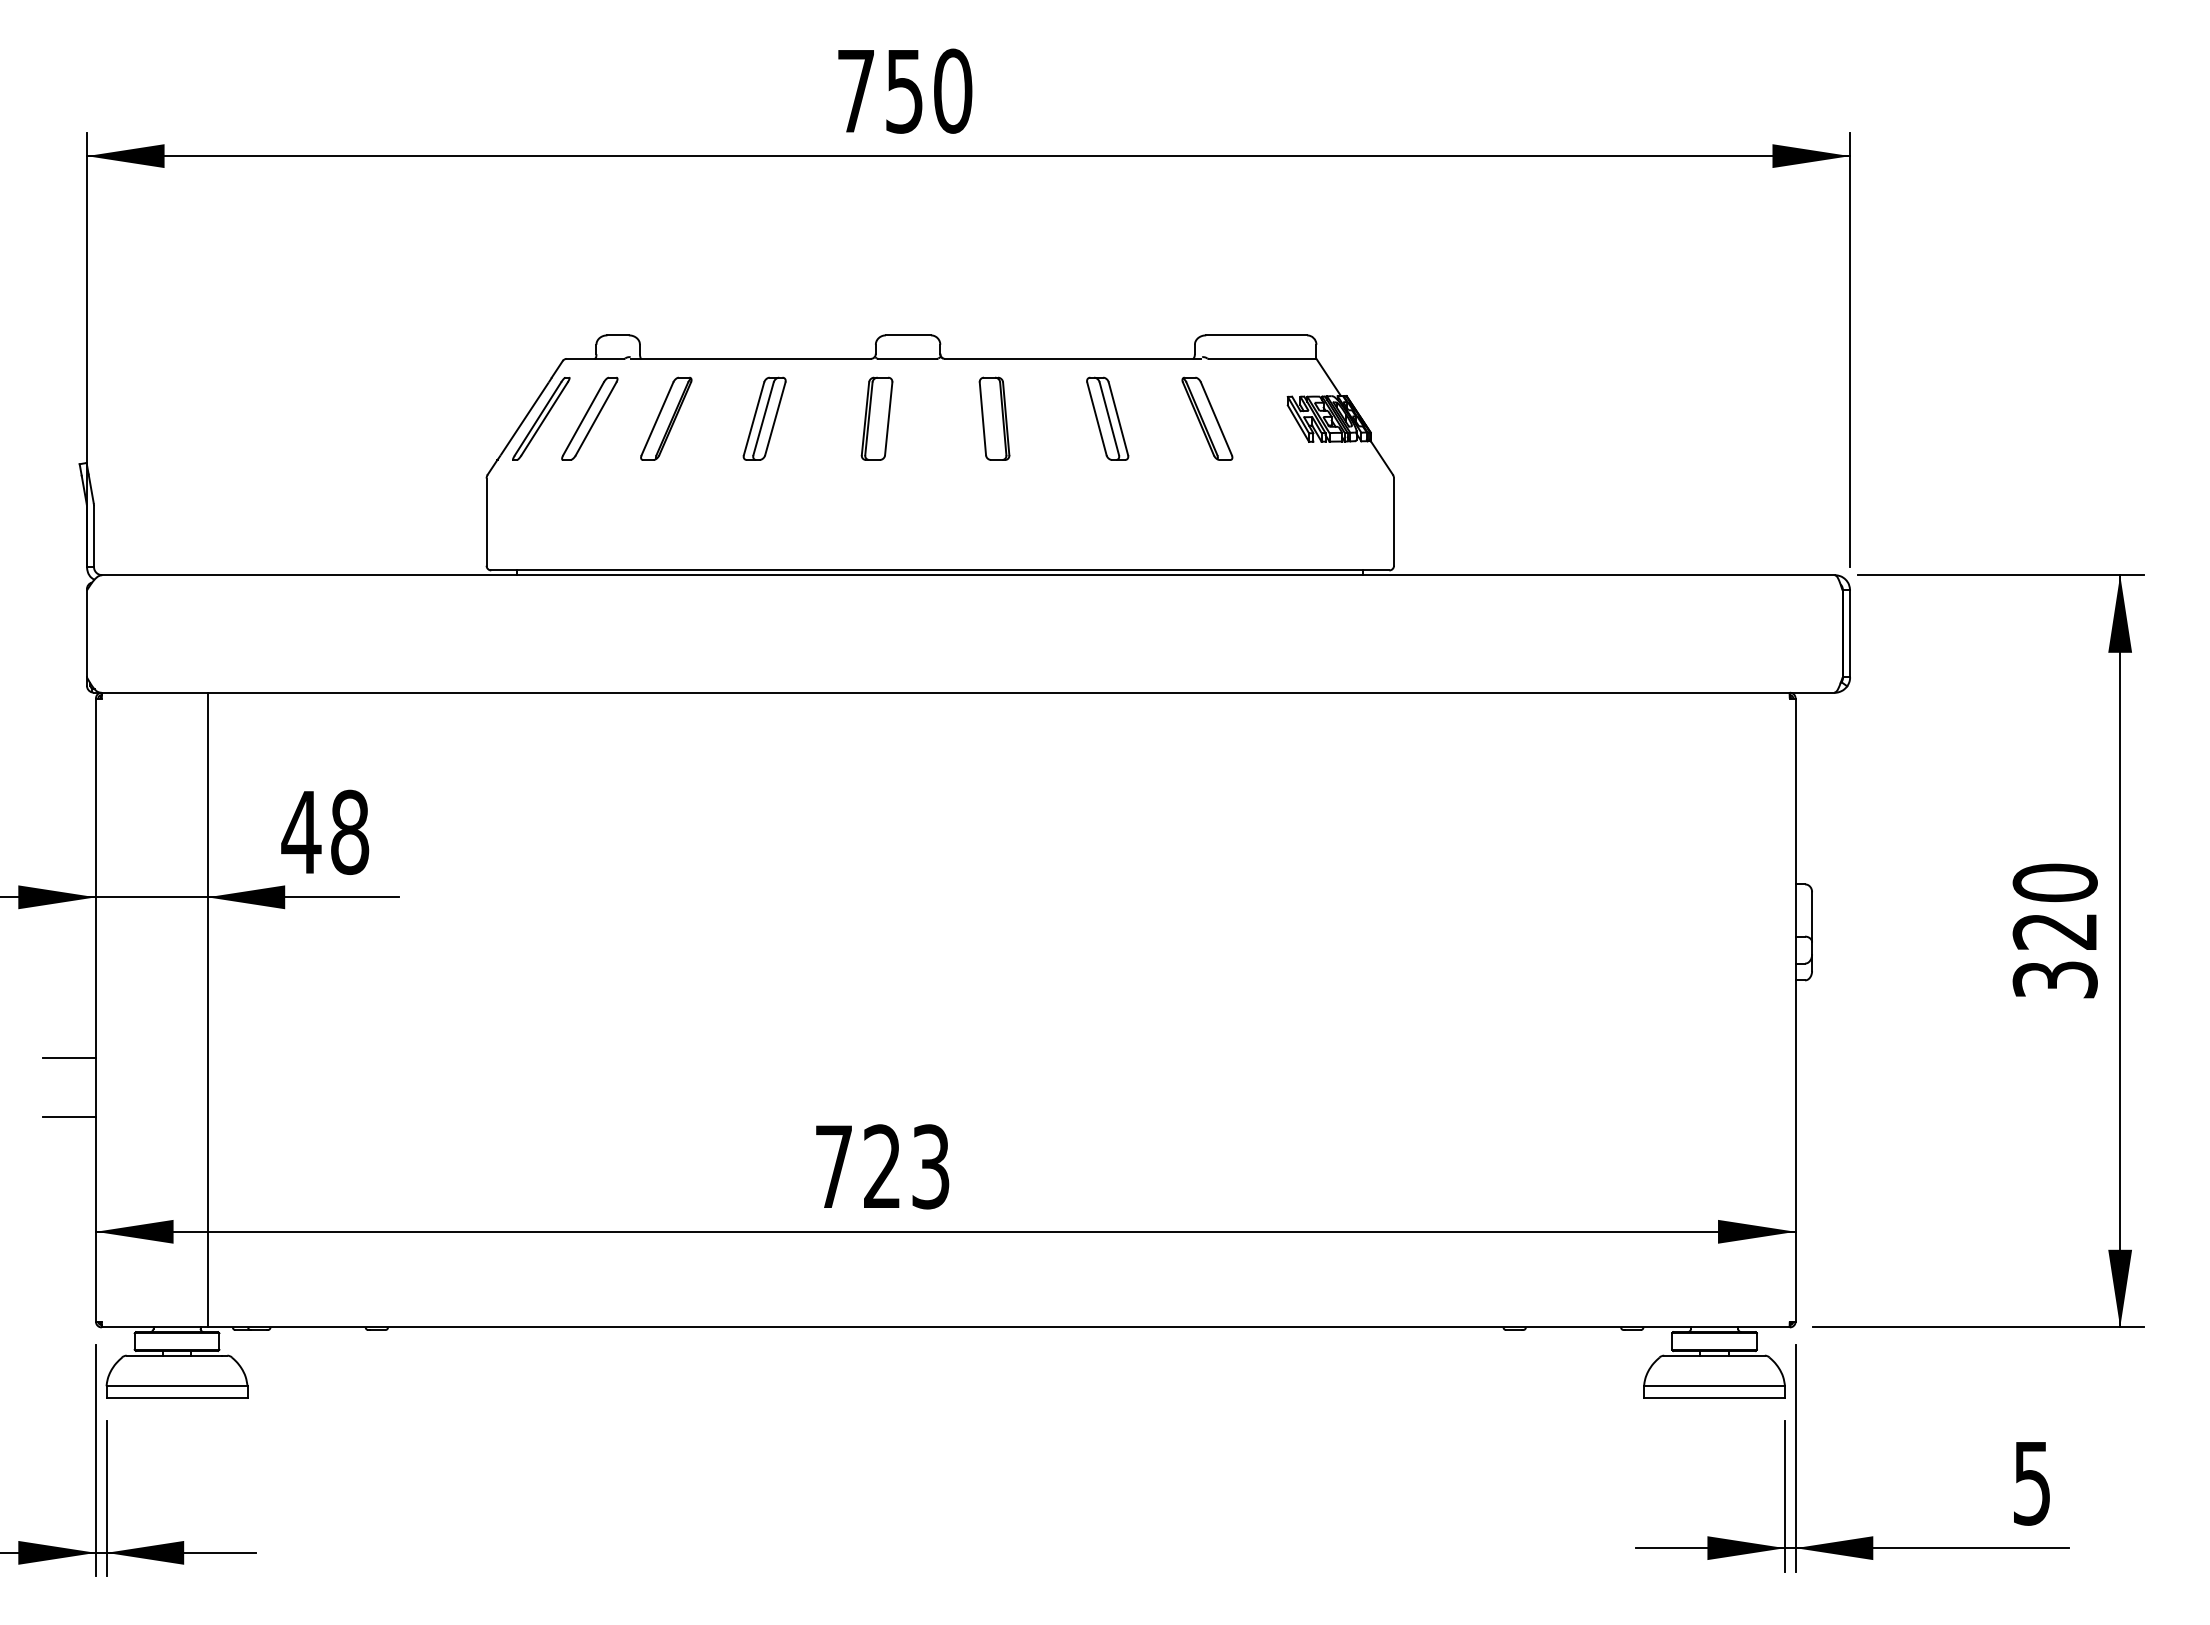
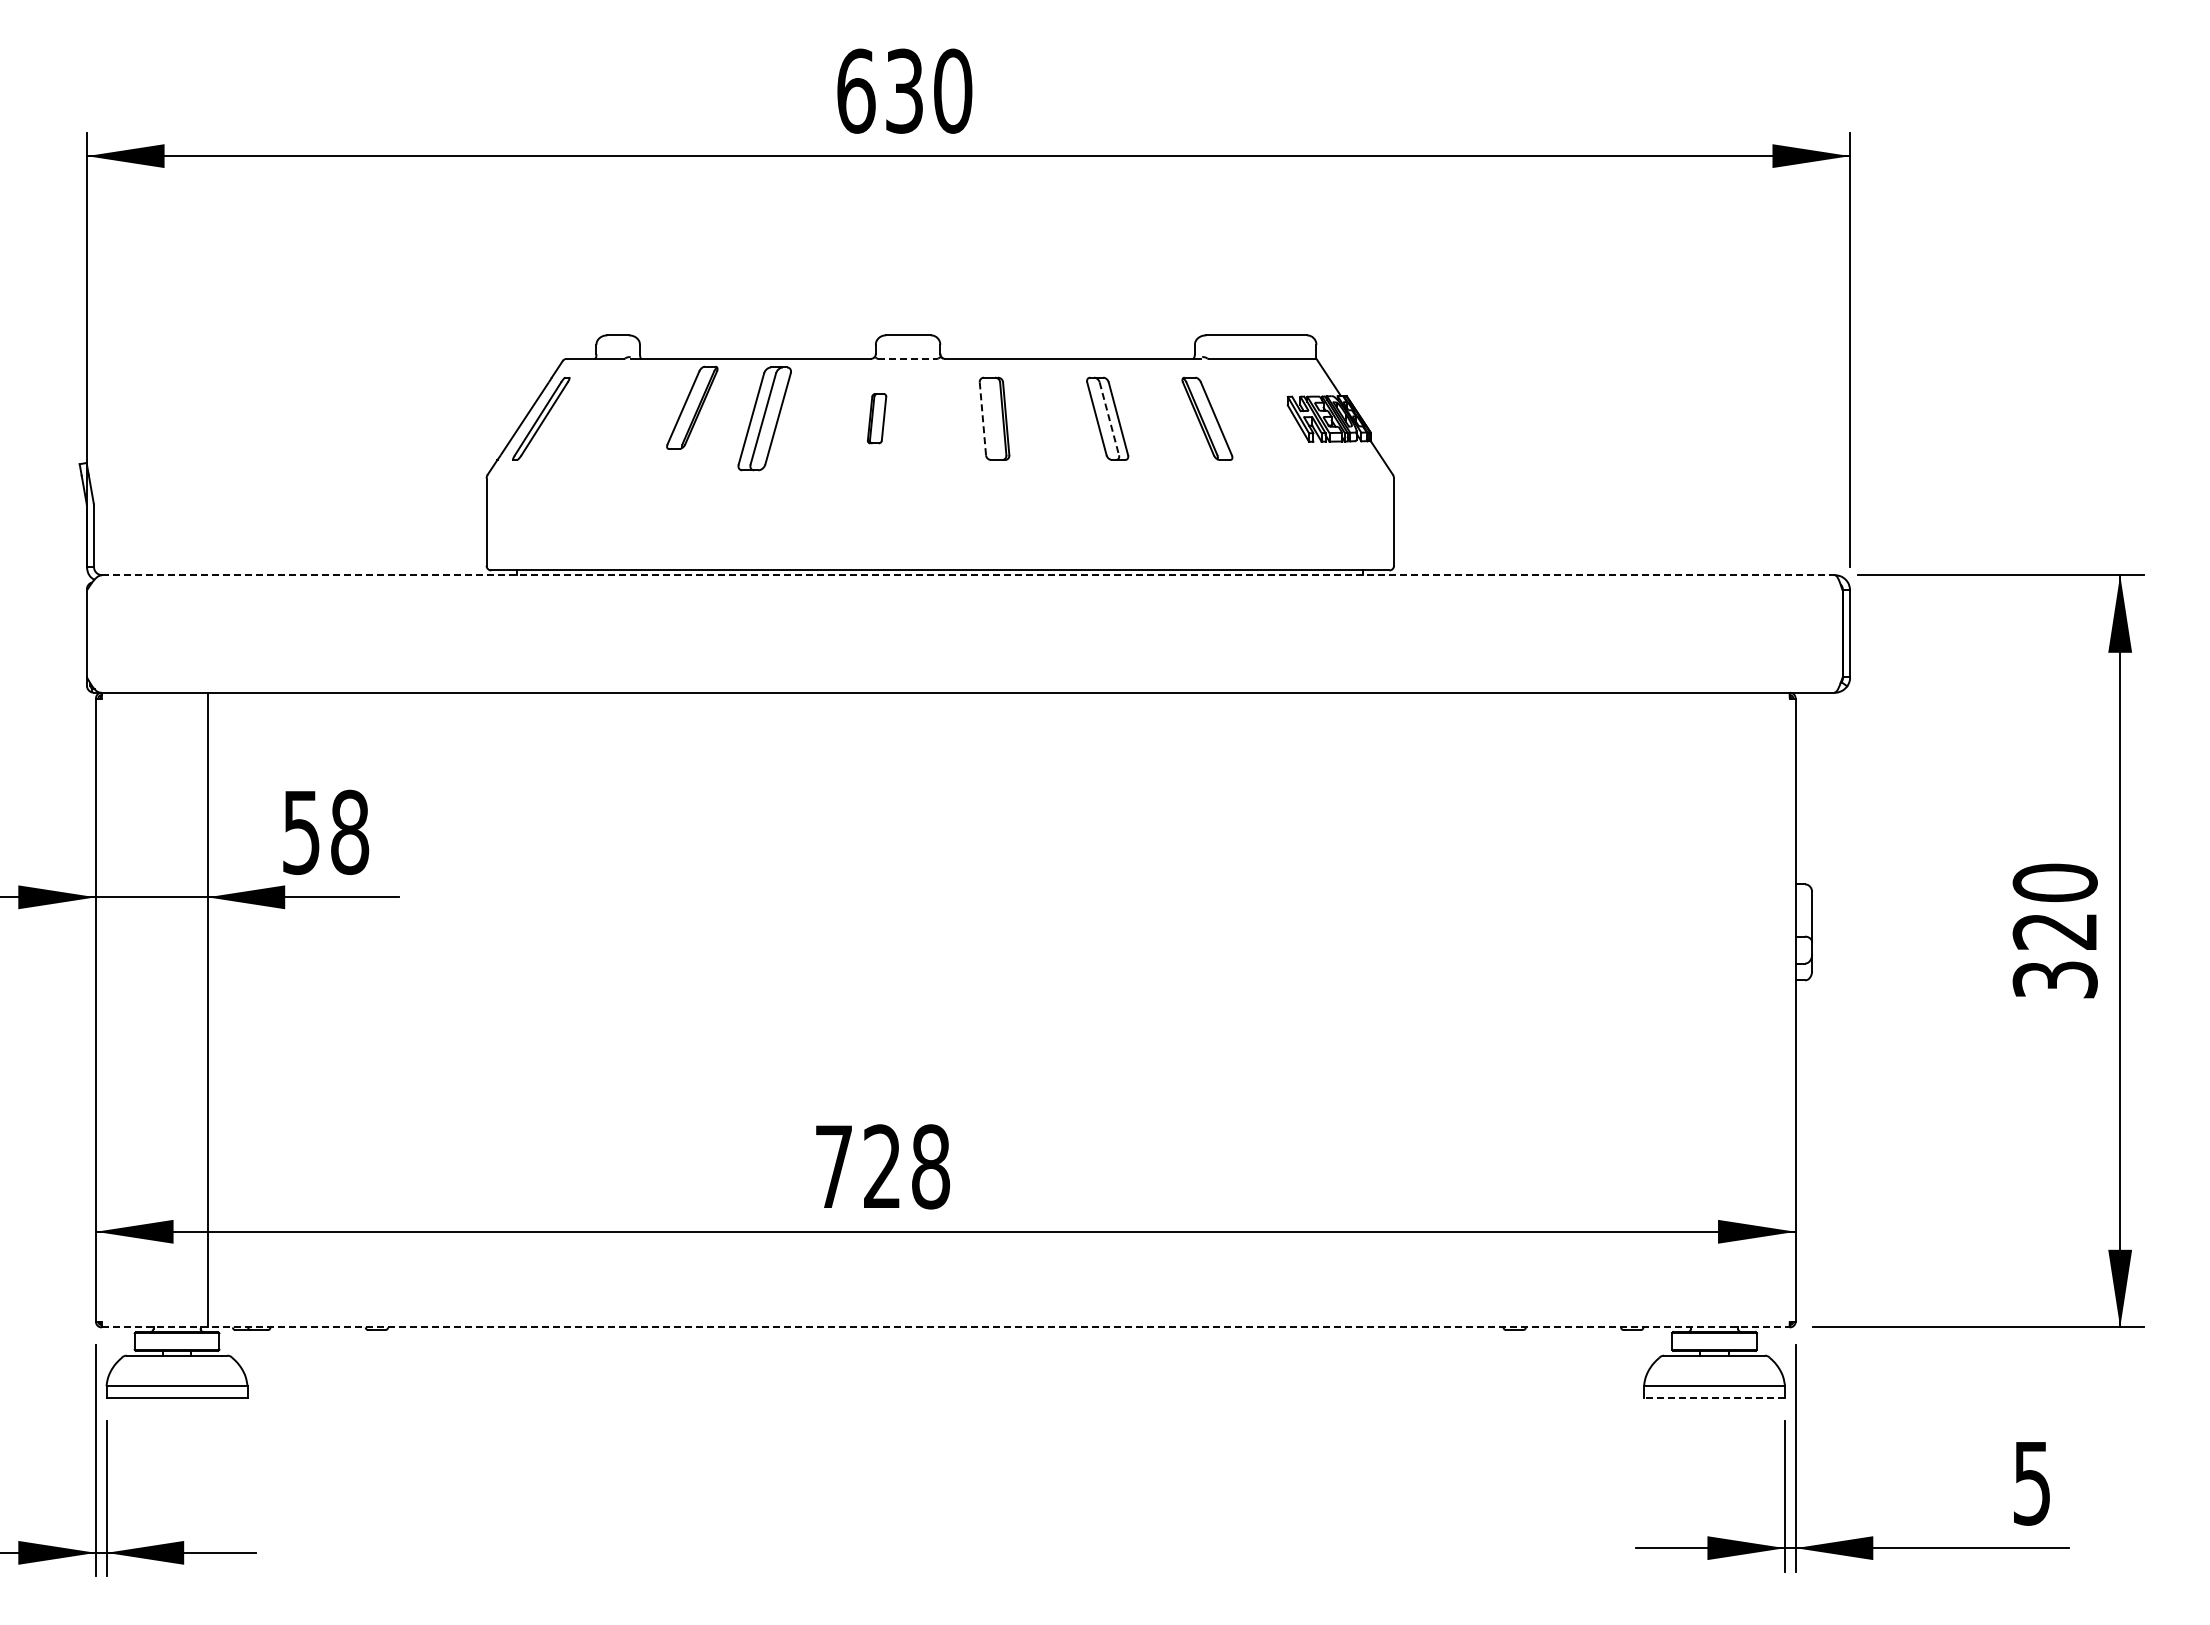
text at (879, 90): 750 -> 630
line at (908, 358): solid -> dashed
part at (589, 418): present -> none
part at (666, 418) position: (666, 418) -> (692, 407)
part at (764, 418) size: 45x85 px -> 55x106 px
part at (876, 418) size: 34x85 px -> 21x52 px
line at (982, 418): solid -> dashed
line at (1109, 418): solid -> dashed
line at (969, 575): solid -> dashed
text at (301, 832): 48 -> 58
line at (68, 1058): present -> none
line at (68, 1117): present -> none
text at (931, 1166): 723 -> 728
line at (945, 1327): solid -> dashed
line at (1714, 1397): solid -> dashed
